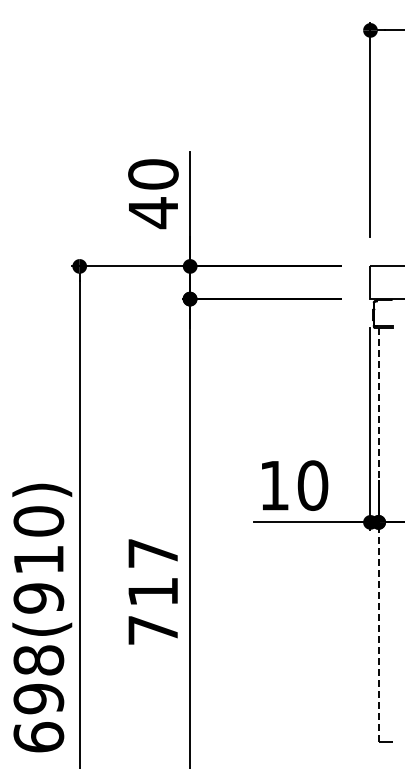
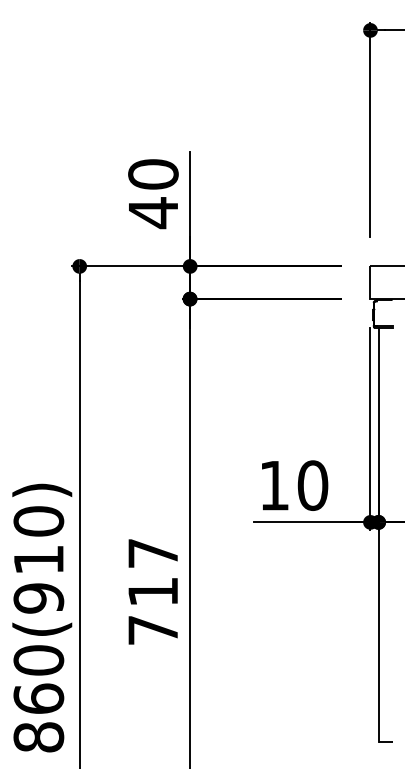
line at (378, 535): dashed -> solid
text at (38, 698): 698(910) -> 860(910)
